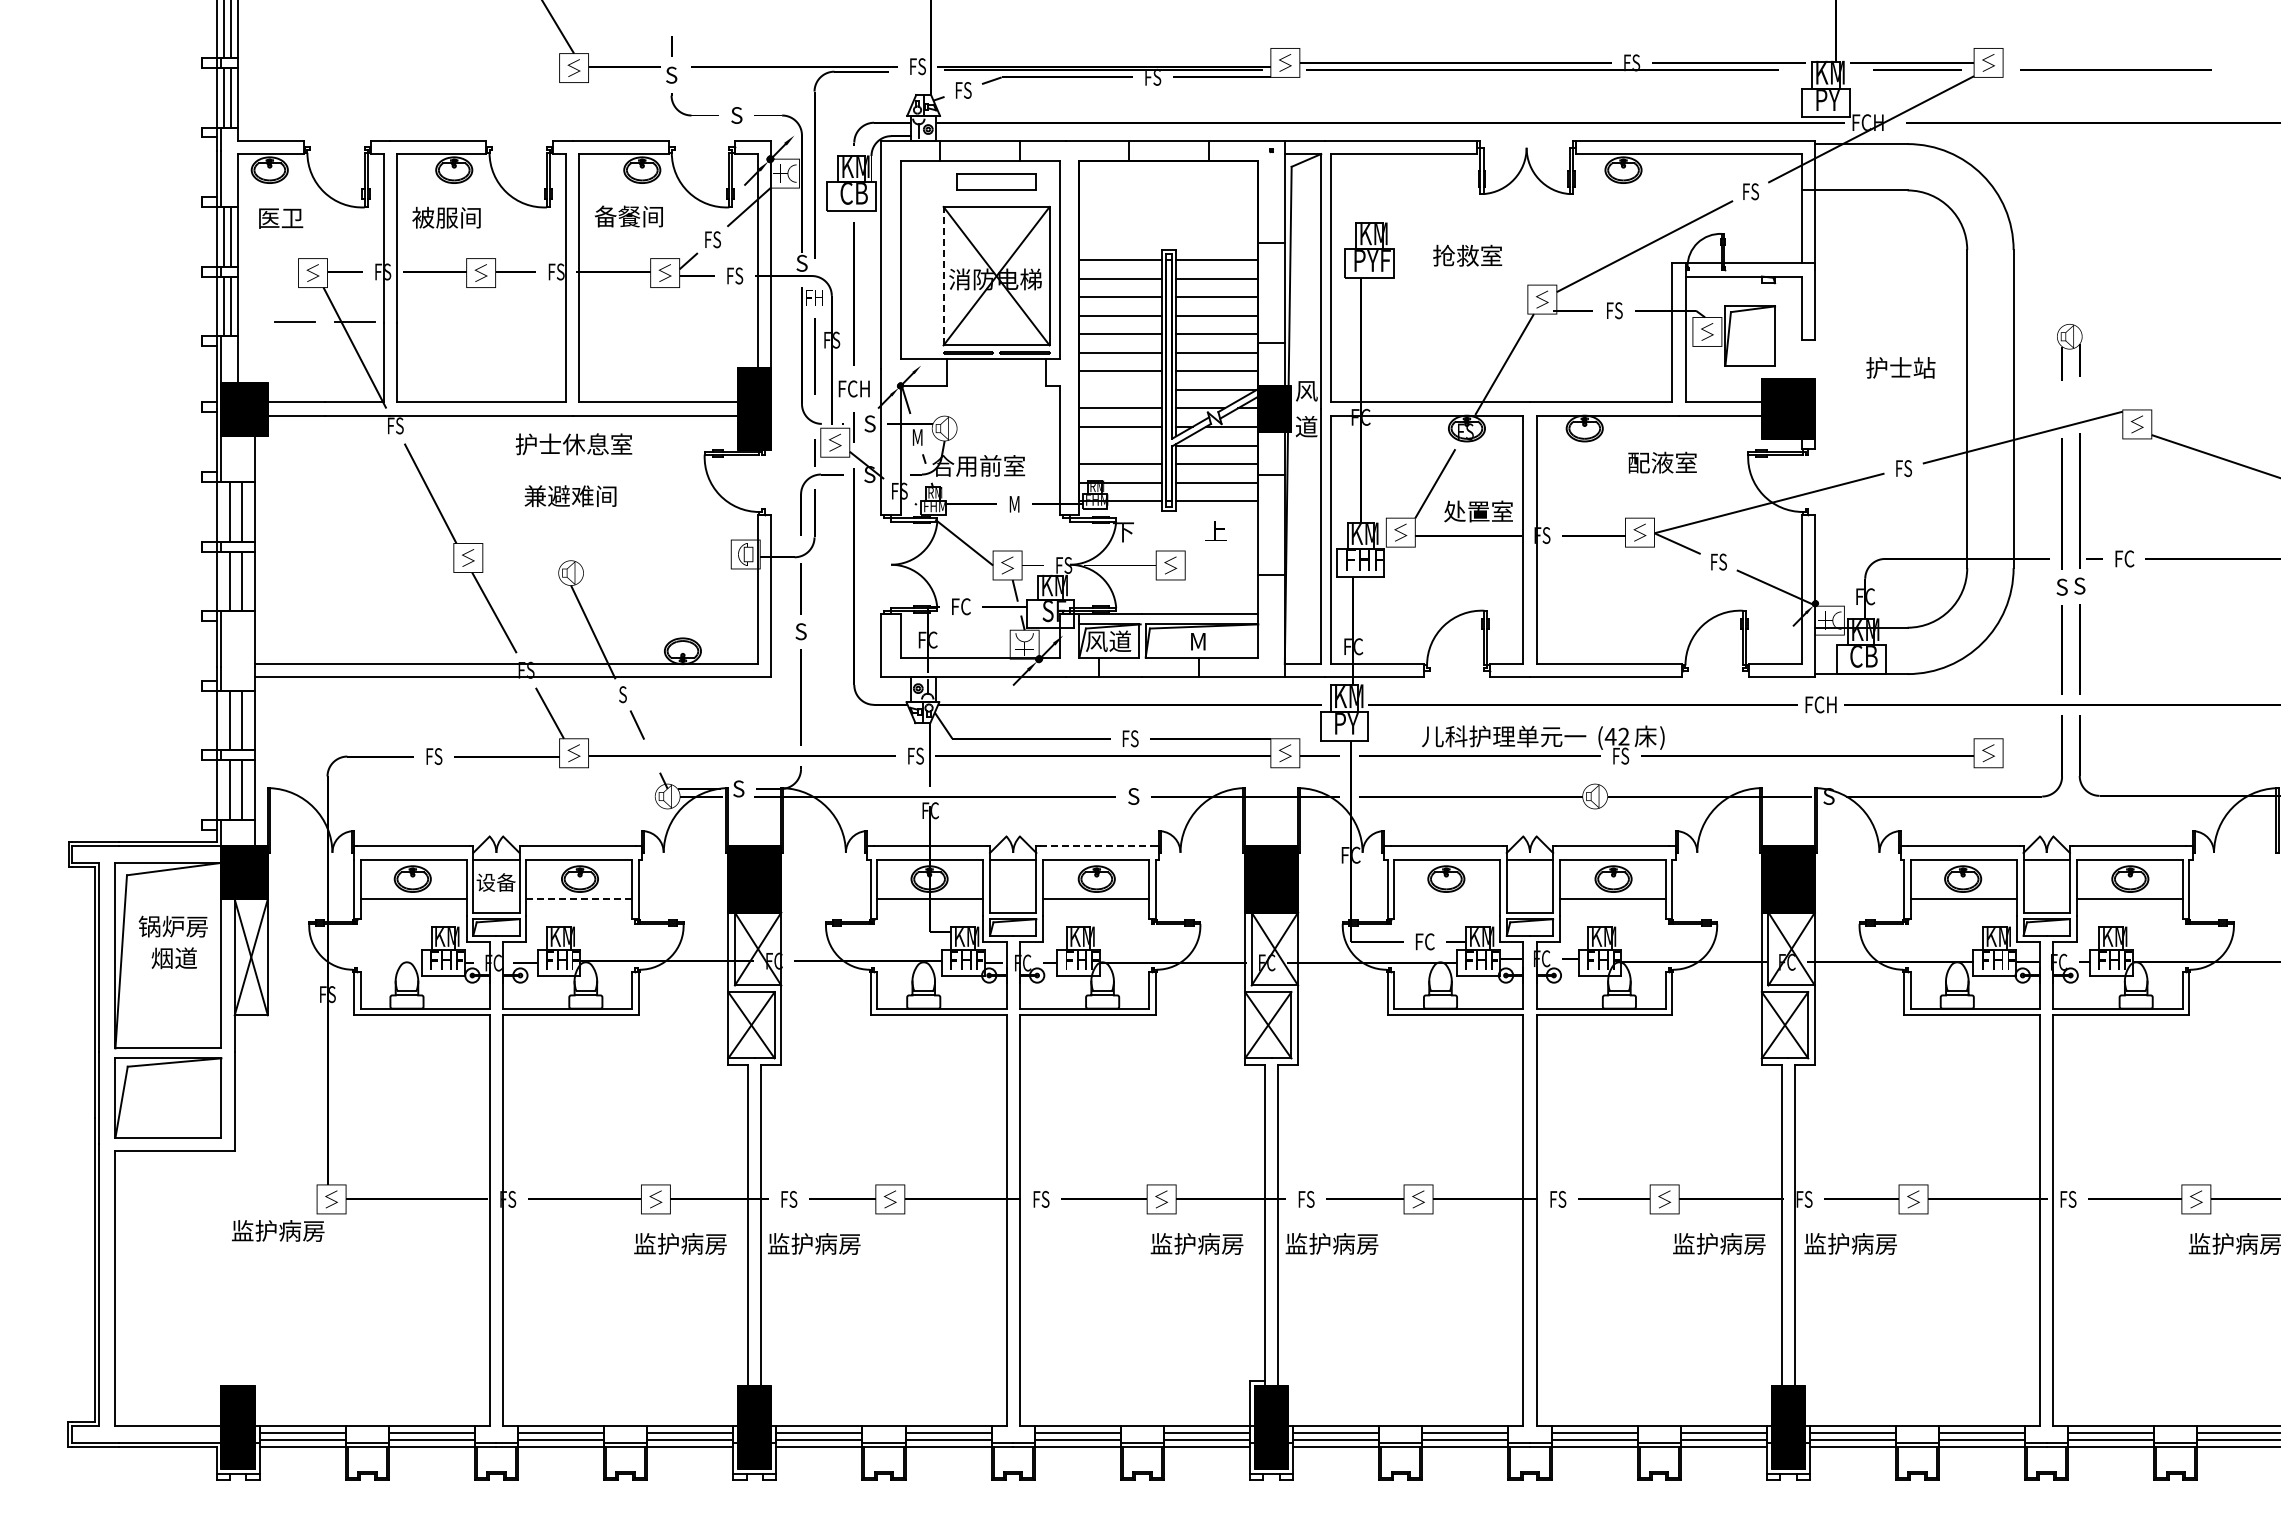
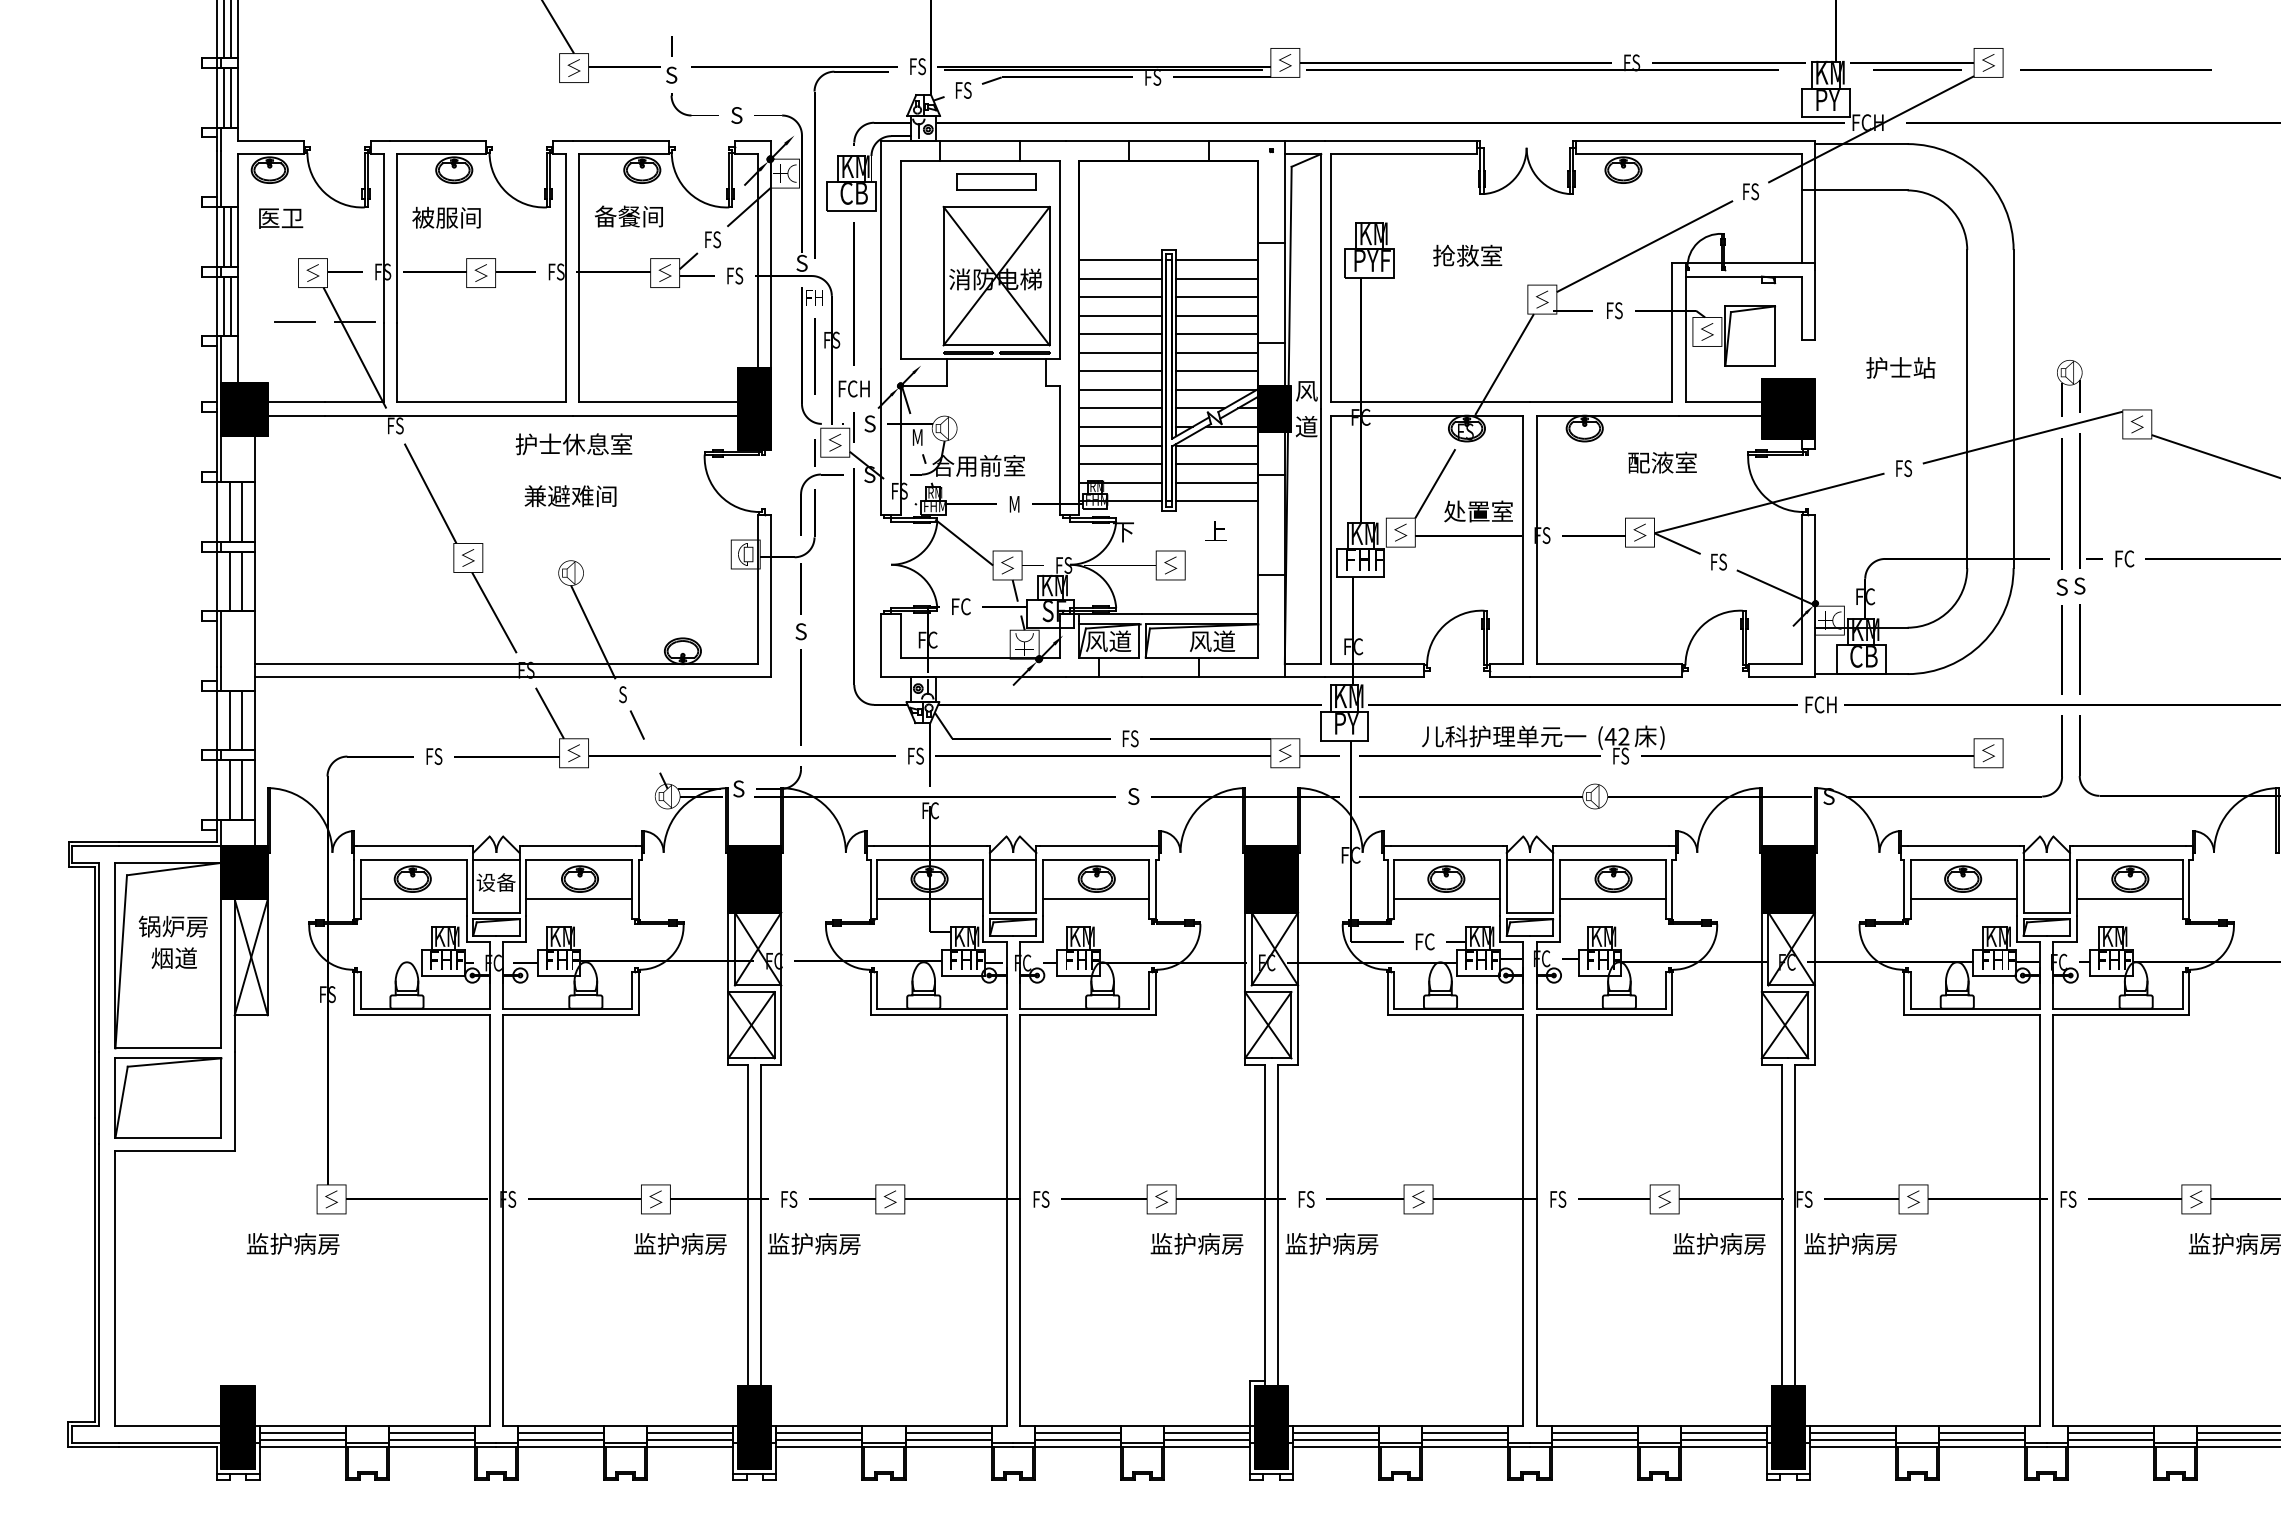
line at (943, 275): dashed -> solid
text at (2069, 352) position: (2069, 352) -> (2069, 388)
line at (1120, 389): none -> present
line at (1120, 445): none -> present
text at (1212, 640): M -> 风道
line at (1096, 846): dashed -> solid
line at (578, 899): dashed -> solid
line at (1447, 899): none -> present
text at (278, 1230) position: (278, 1230) -> (293, 1243)
